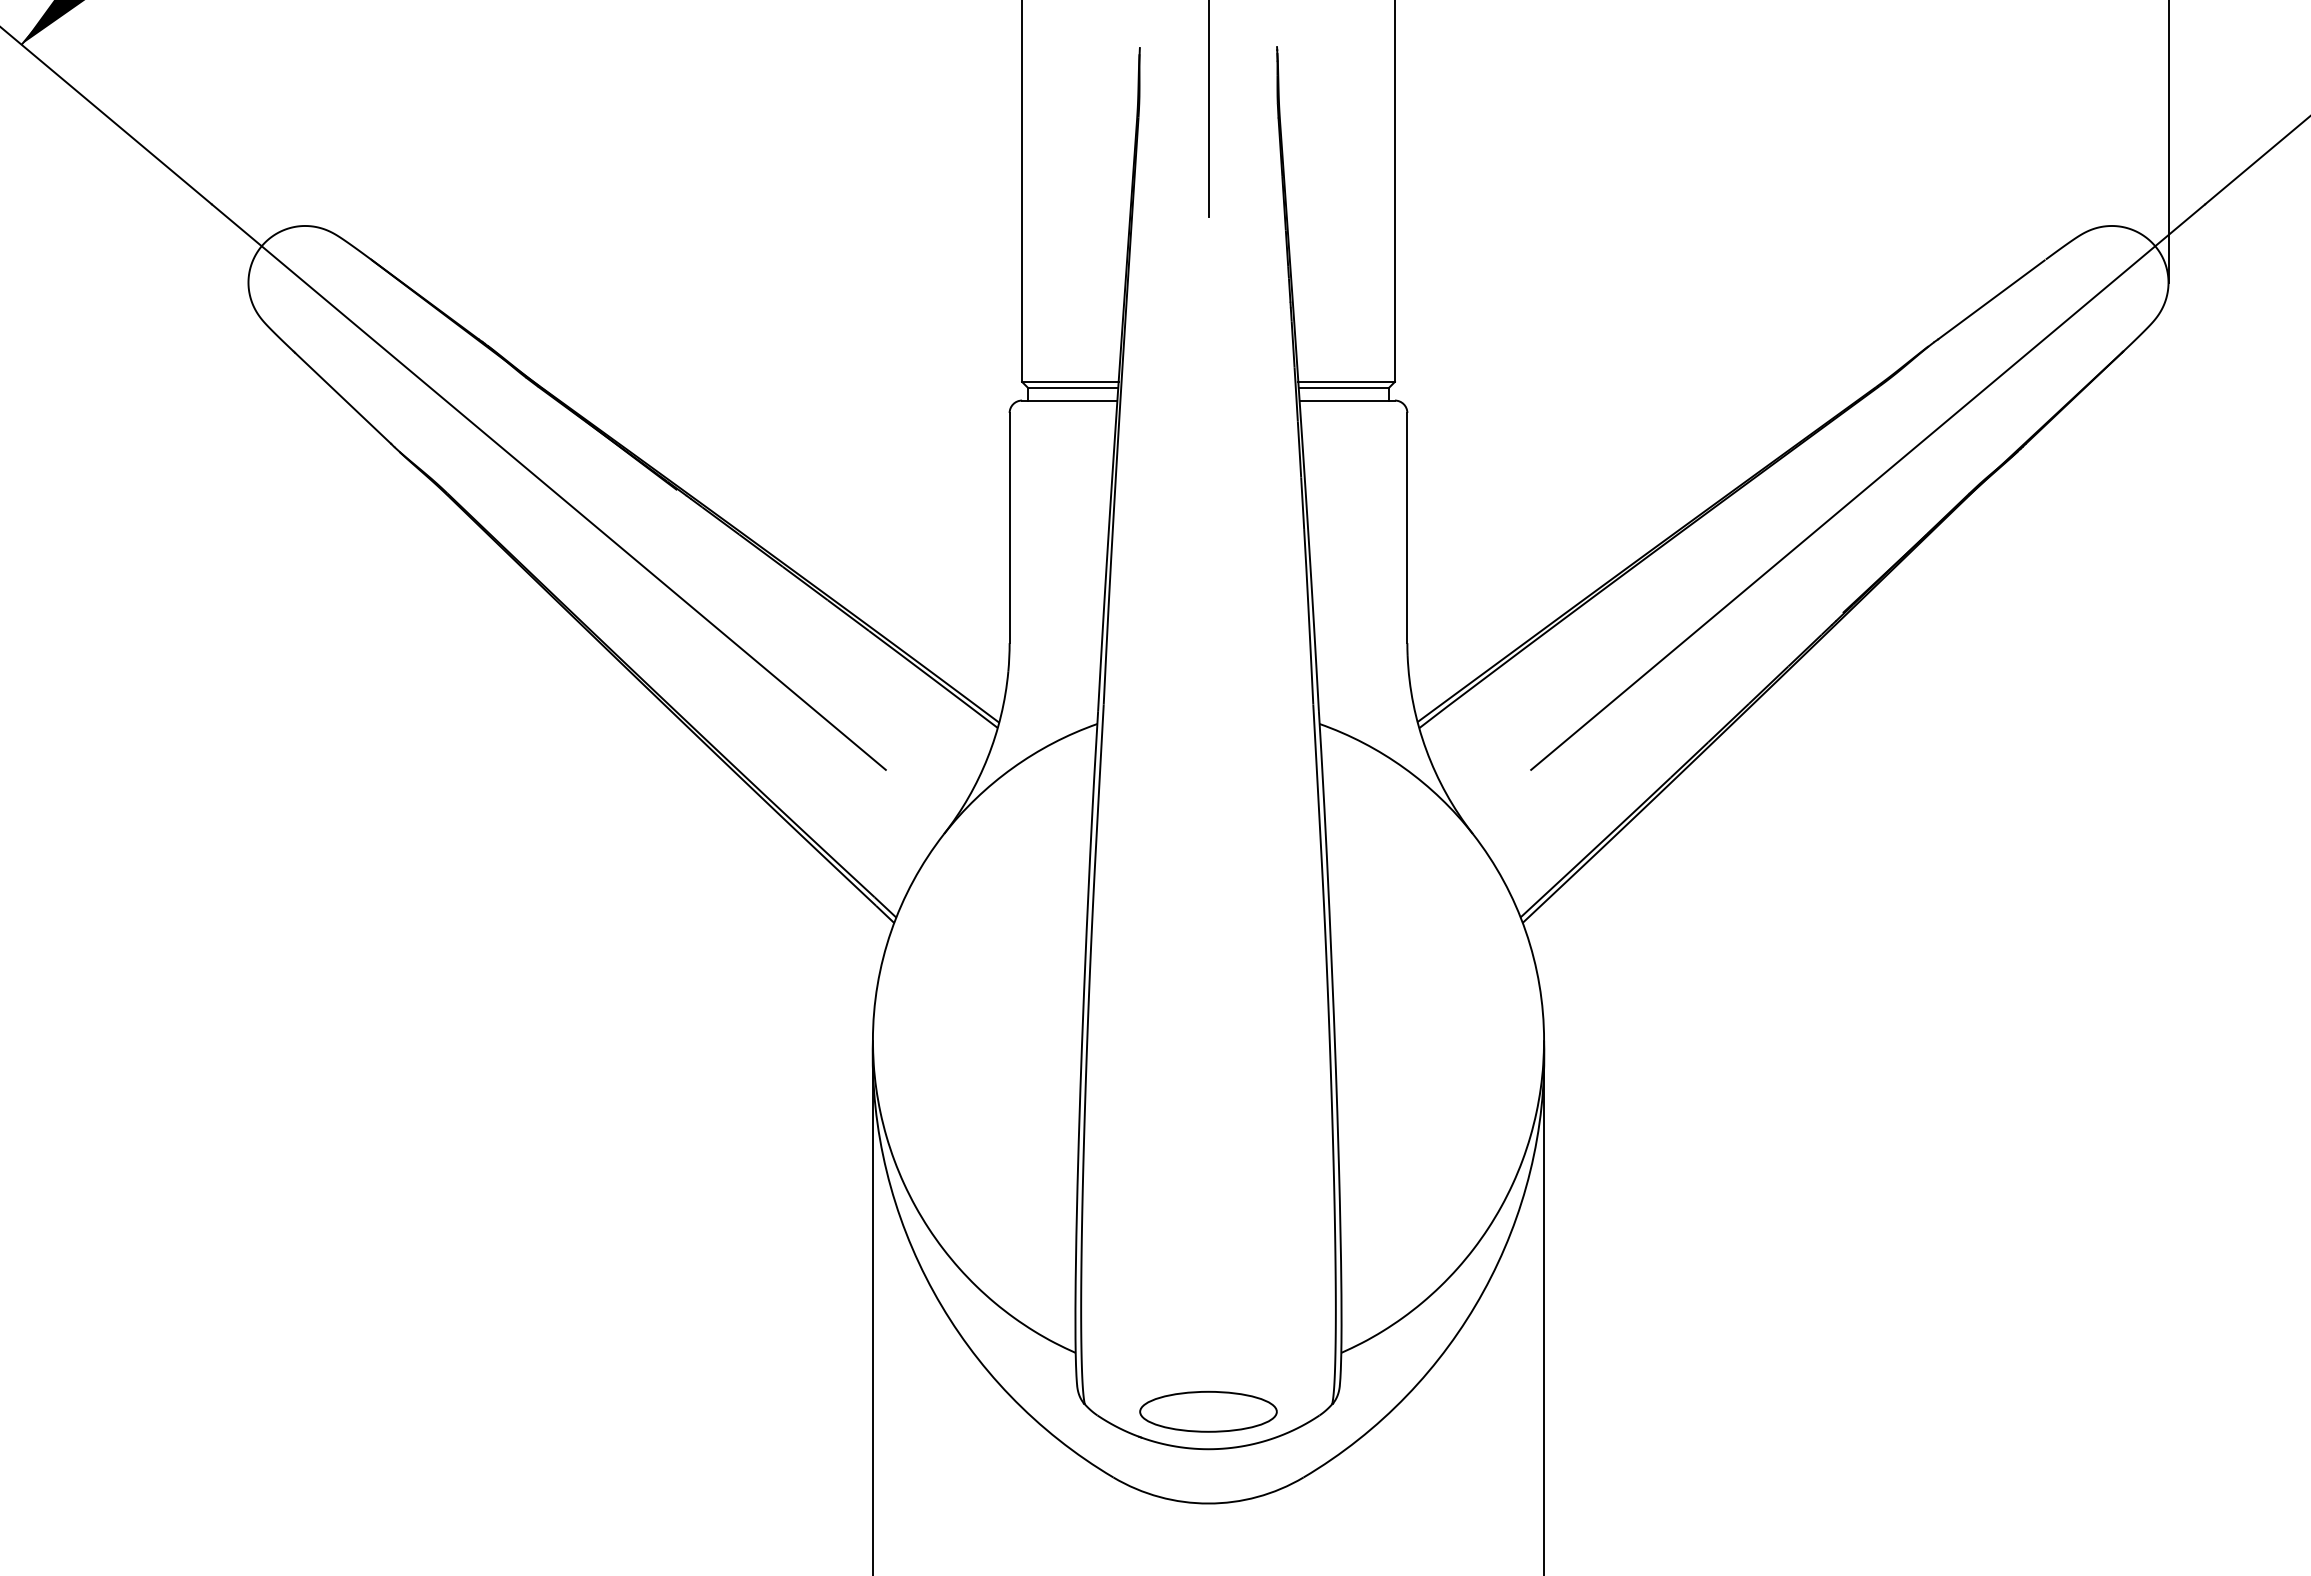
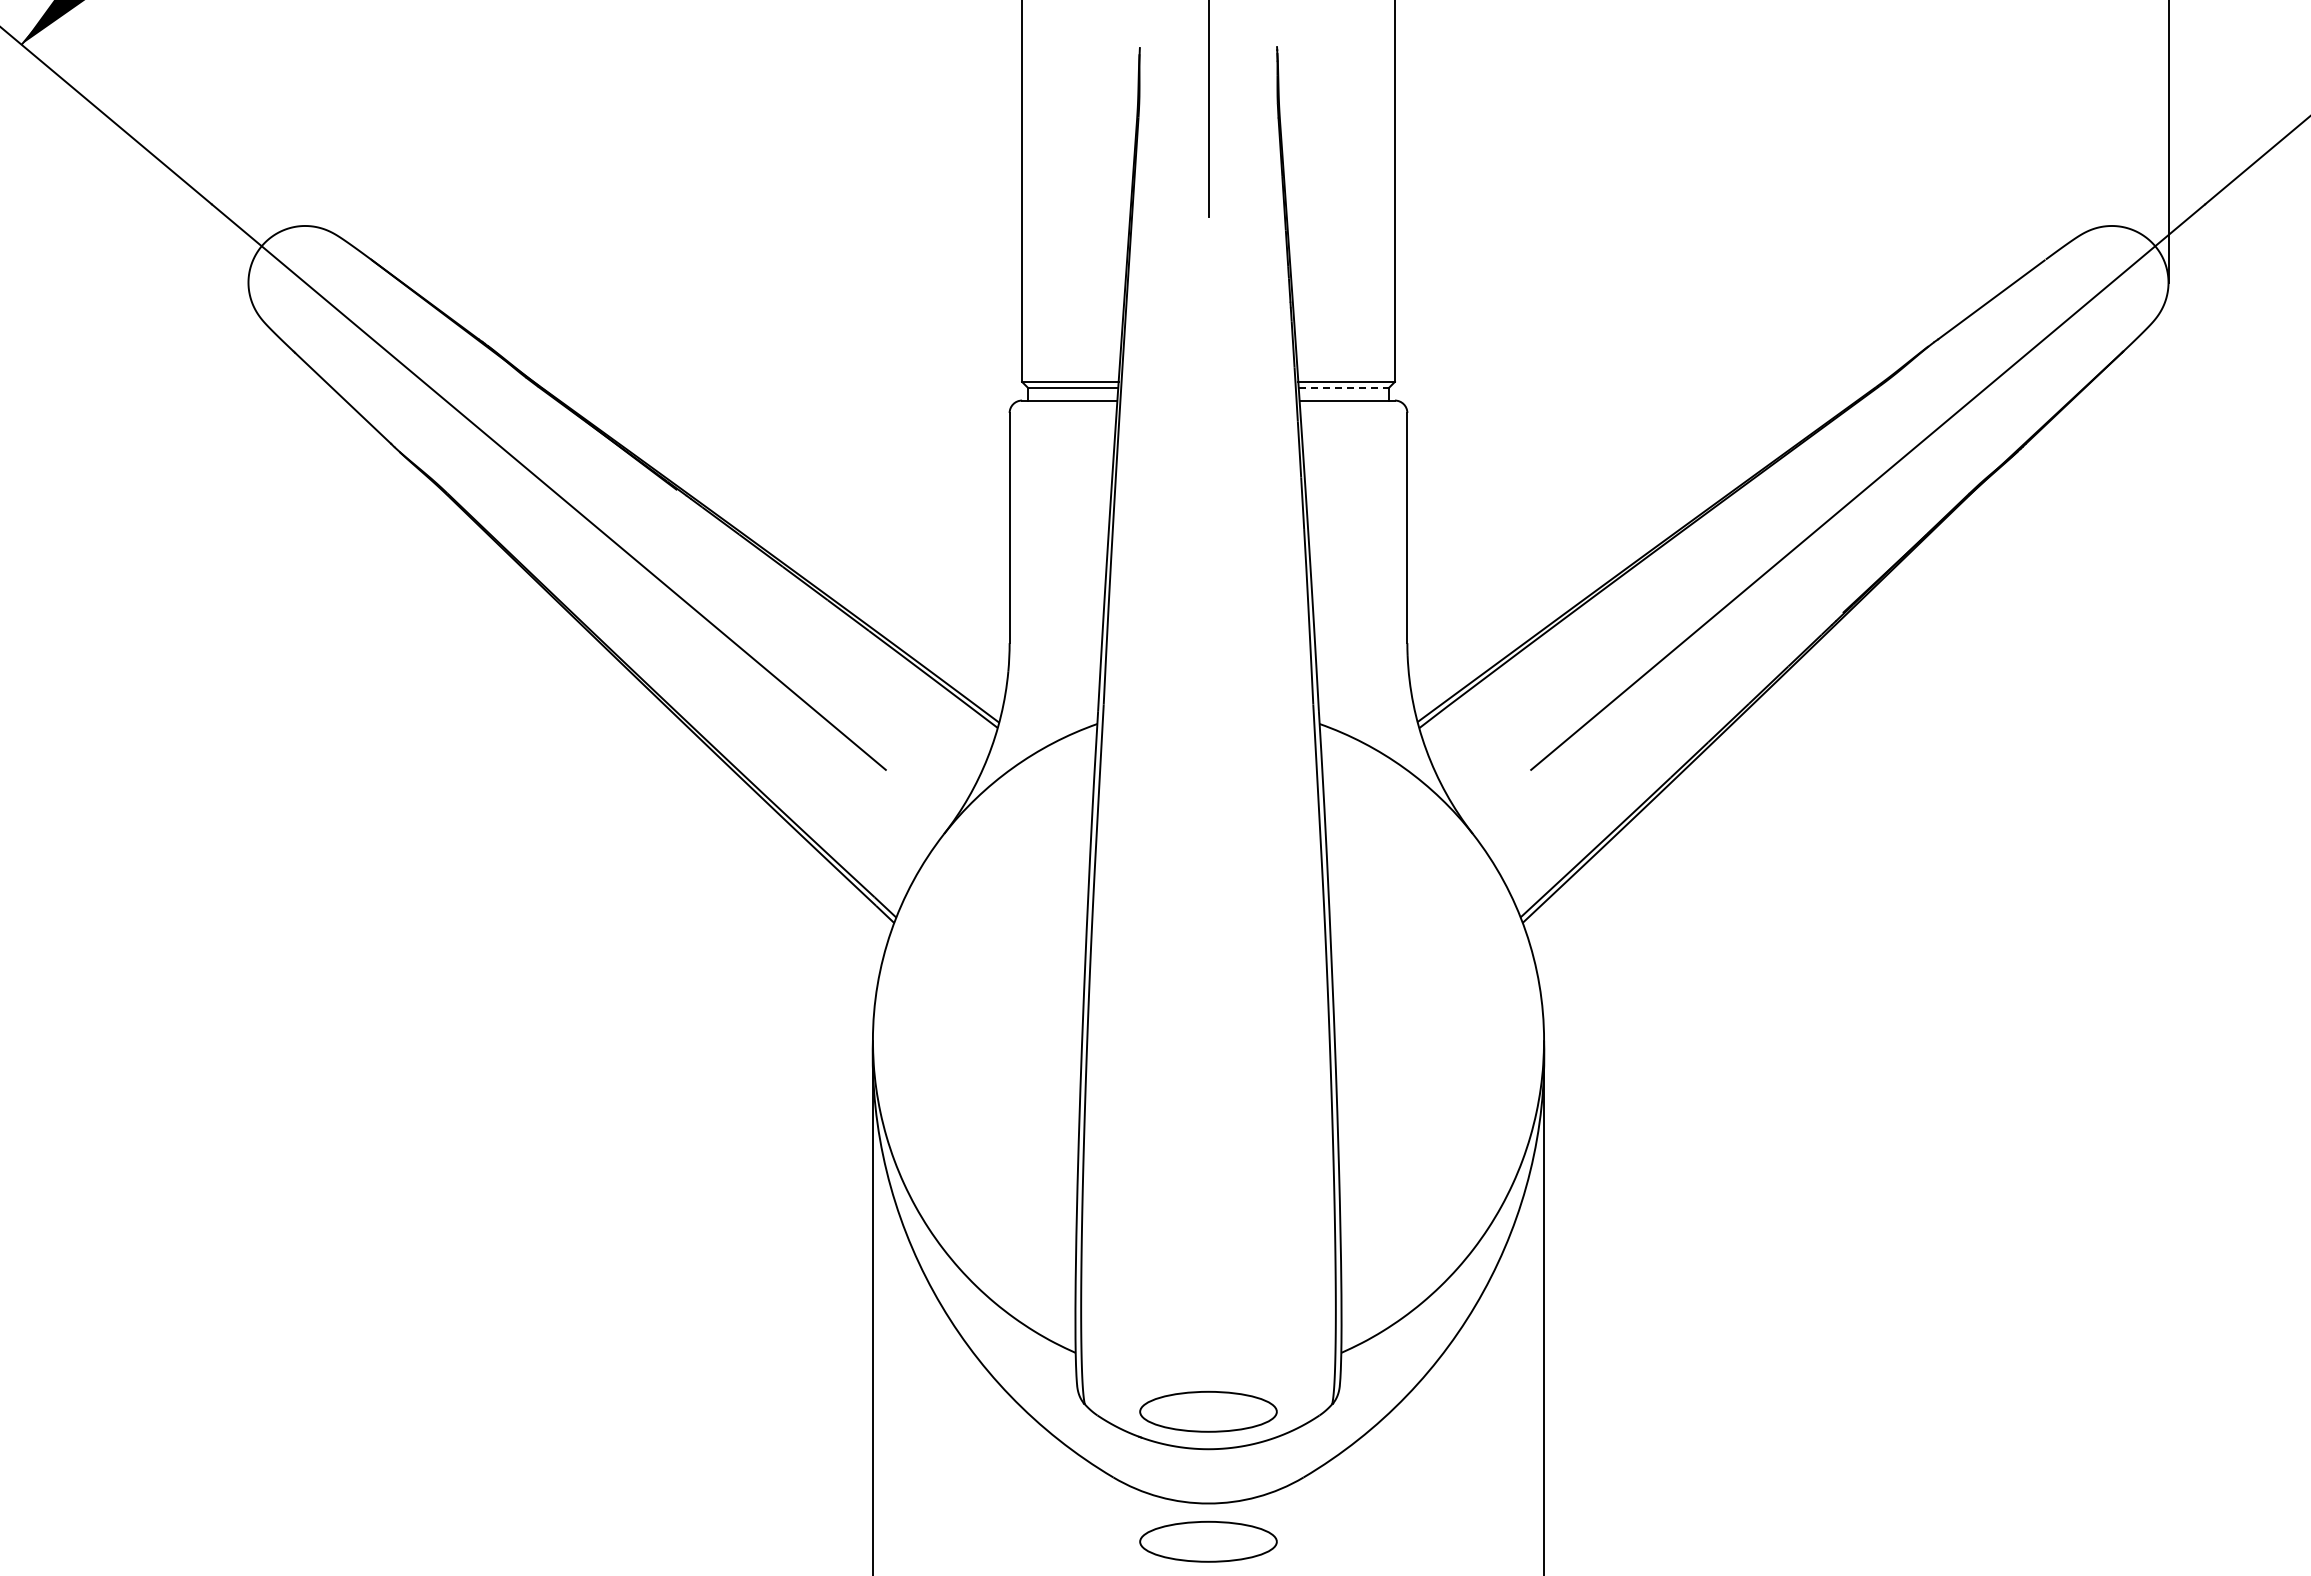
line at (1343, 388): solid -> dashed
part at (1208, 1541): none -> present
